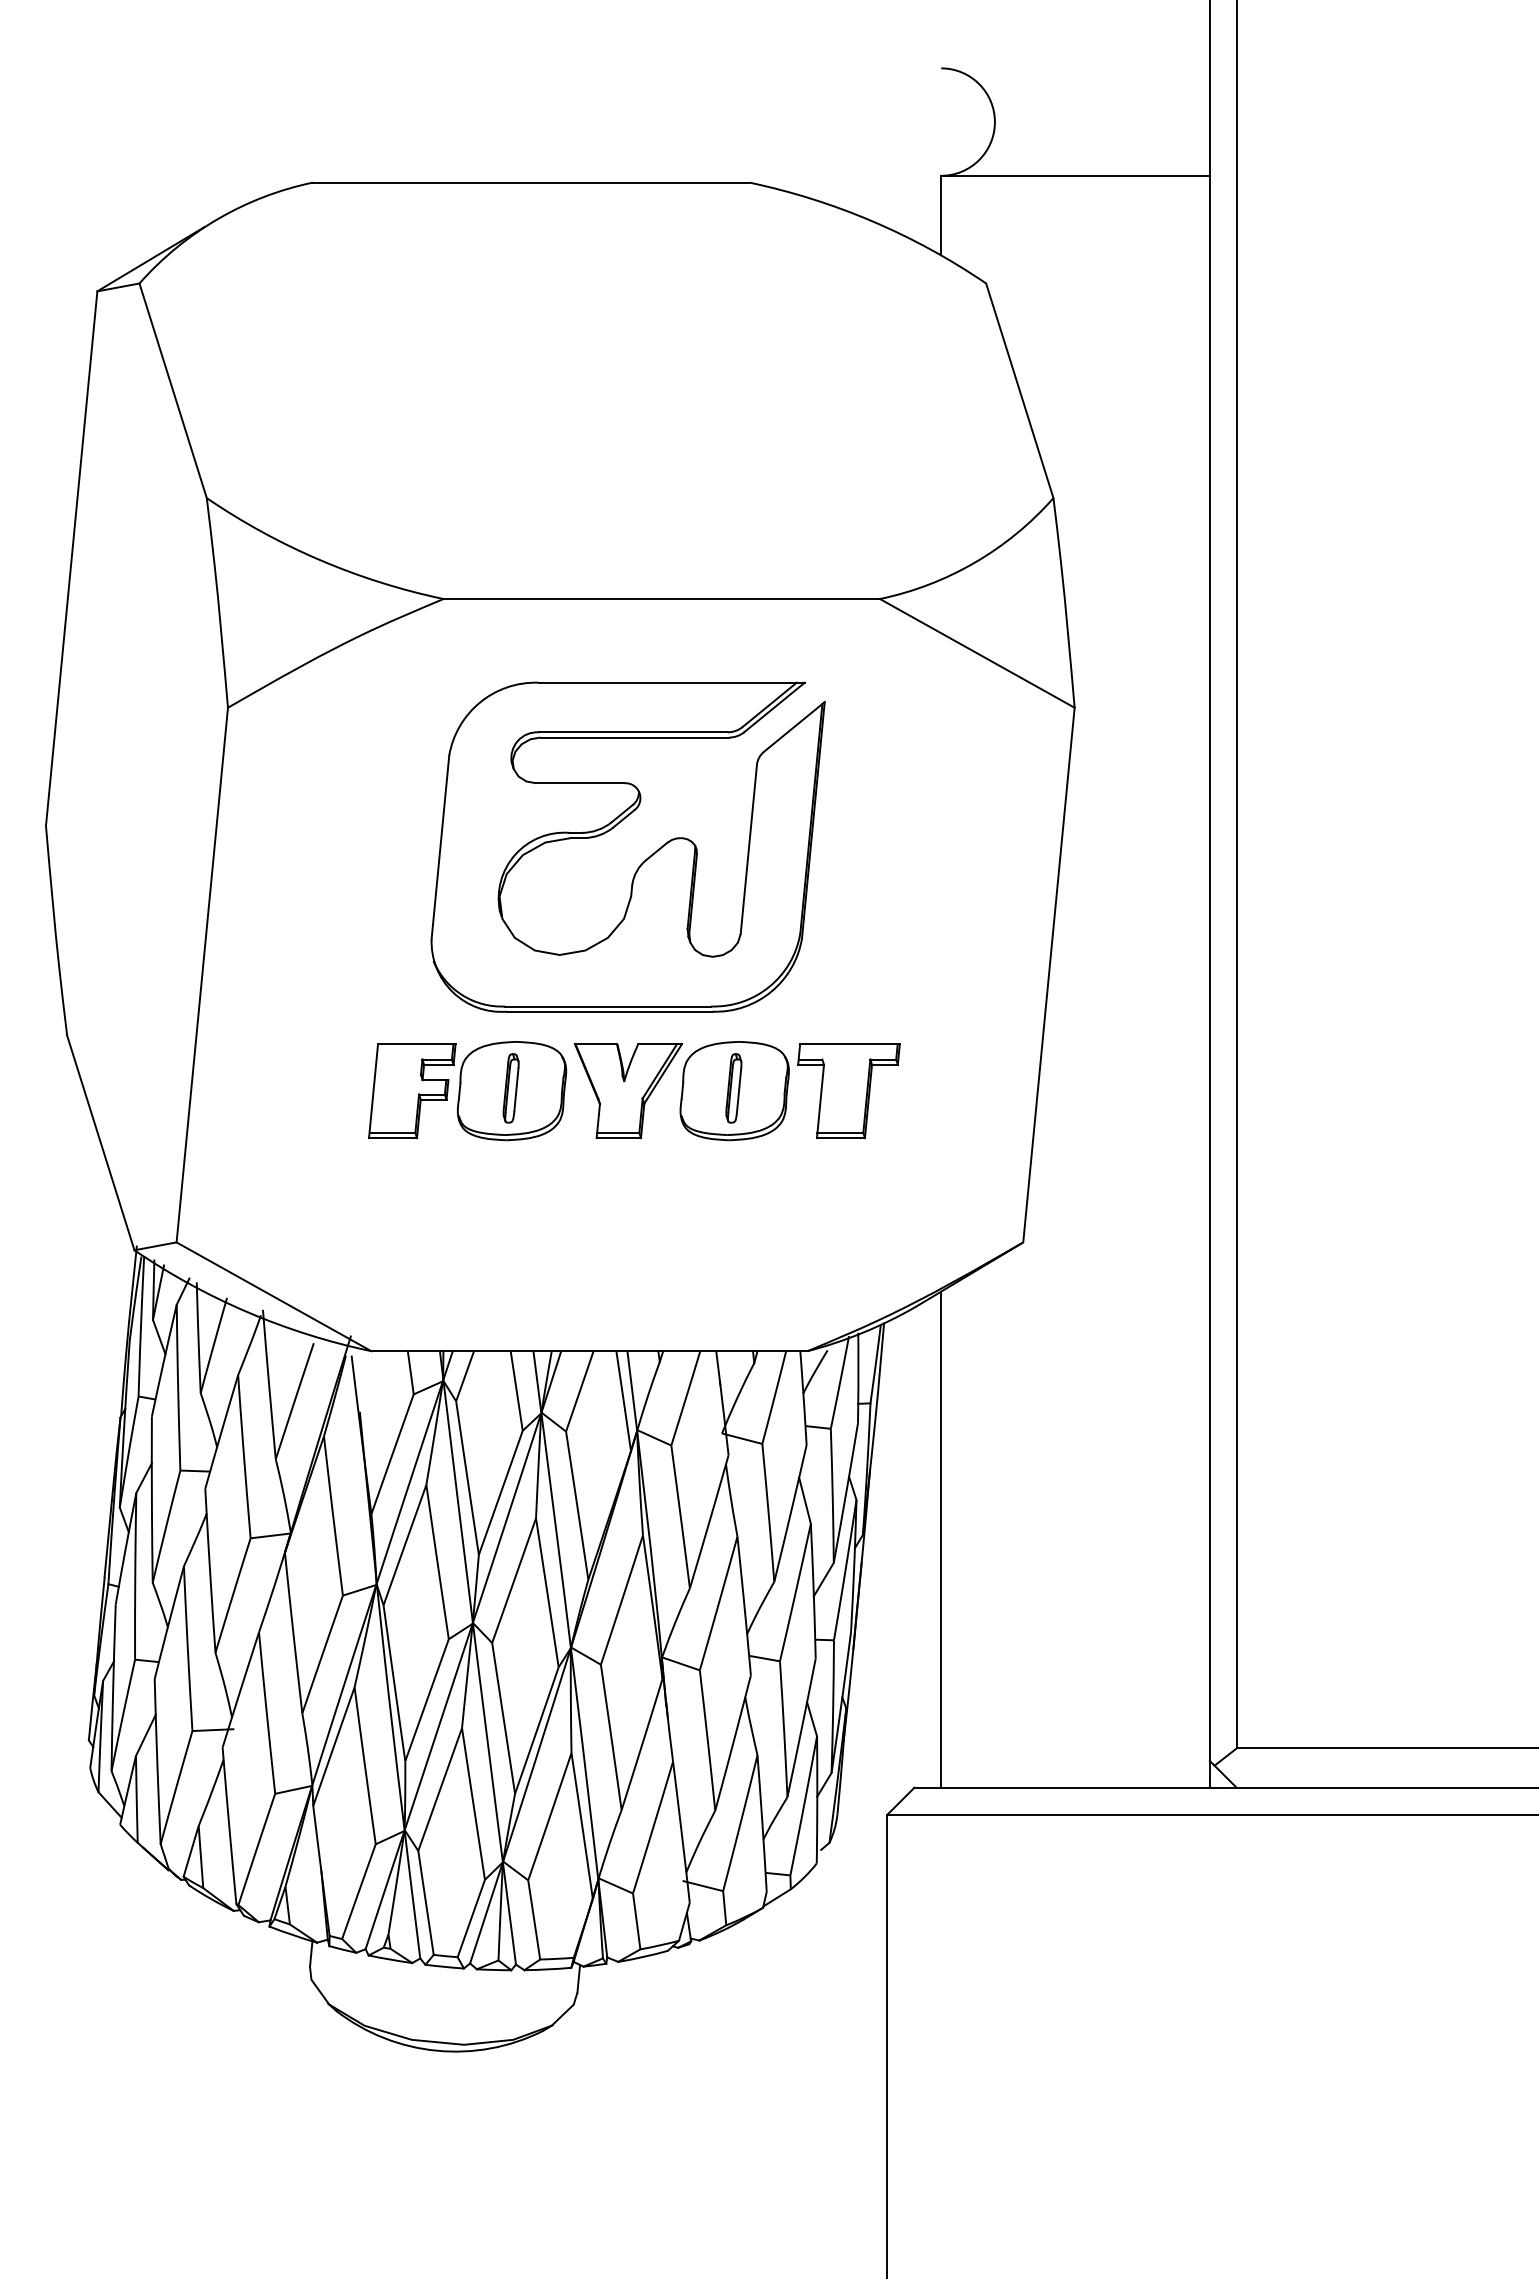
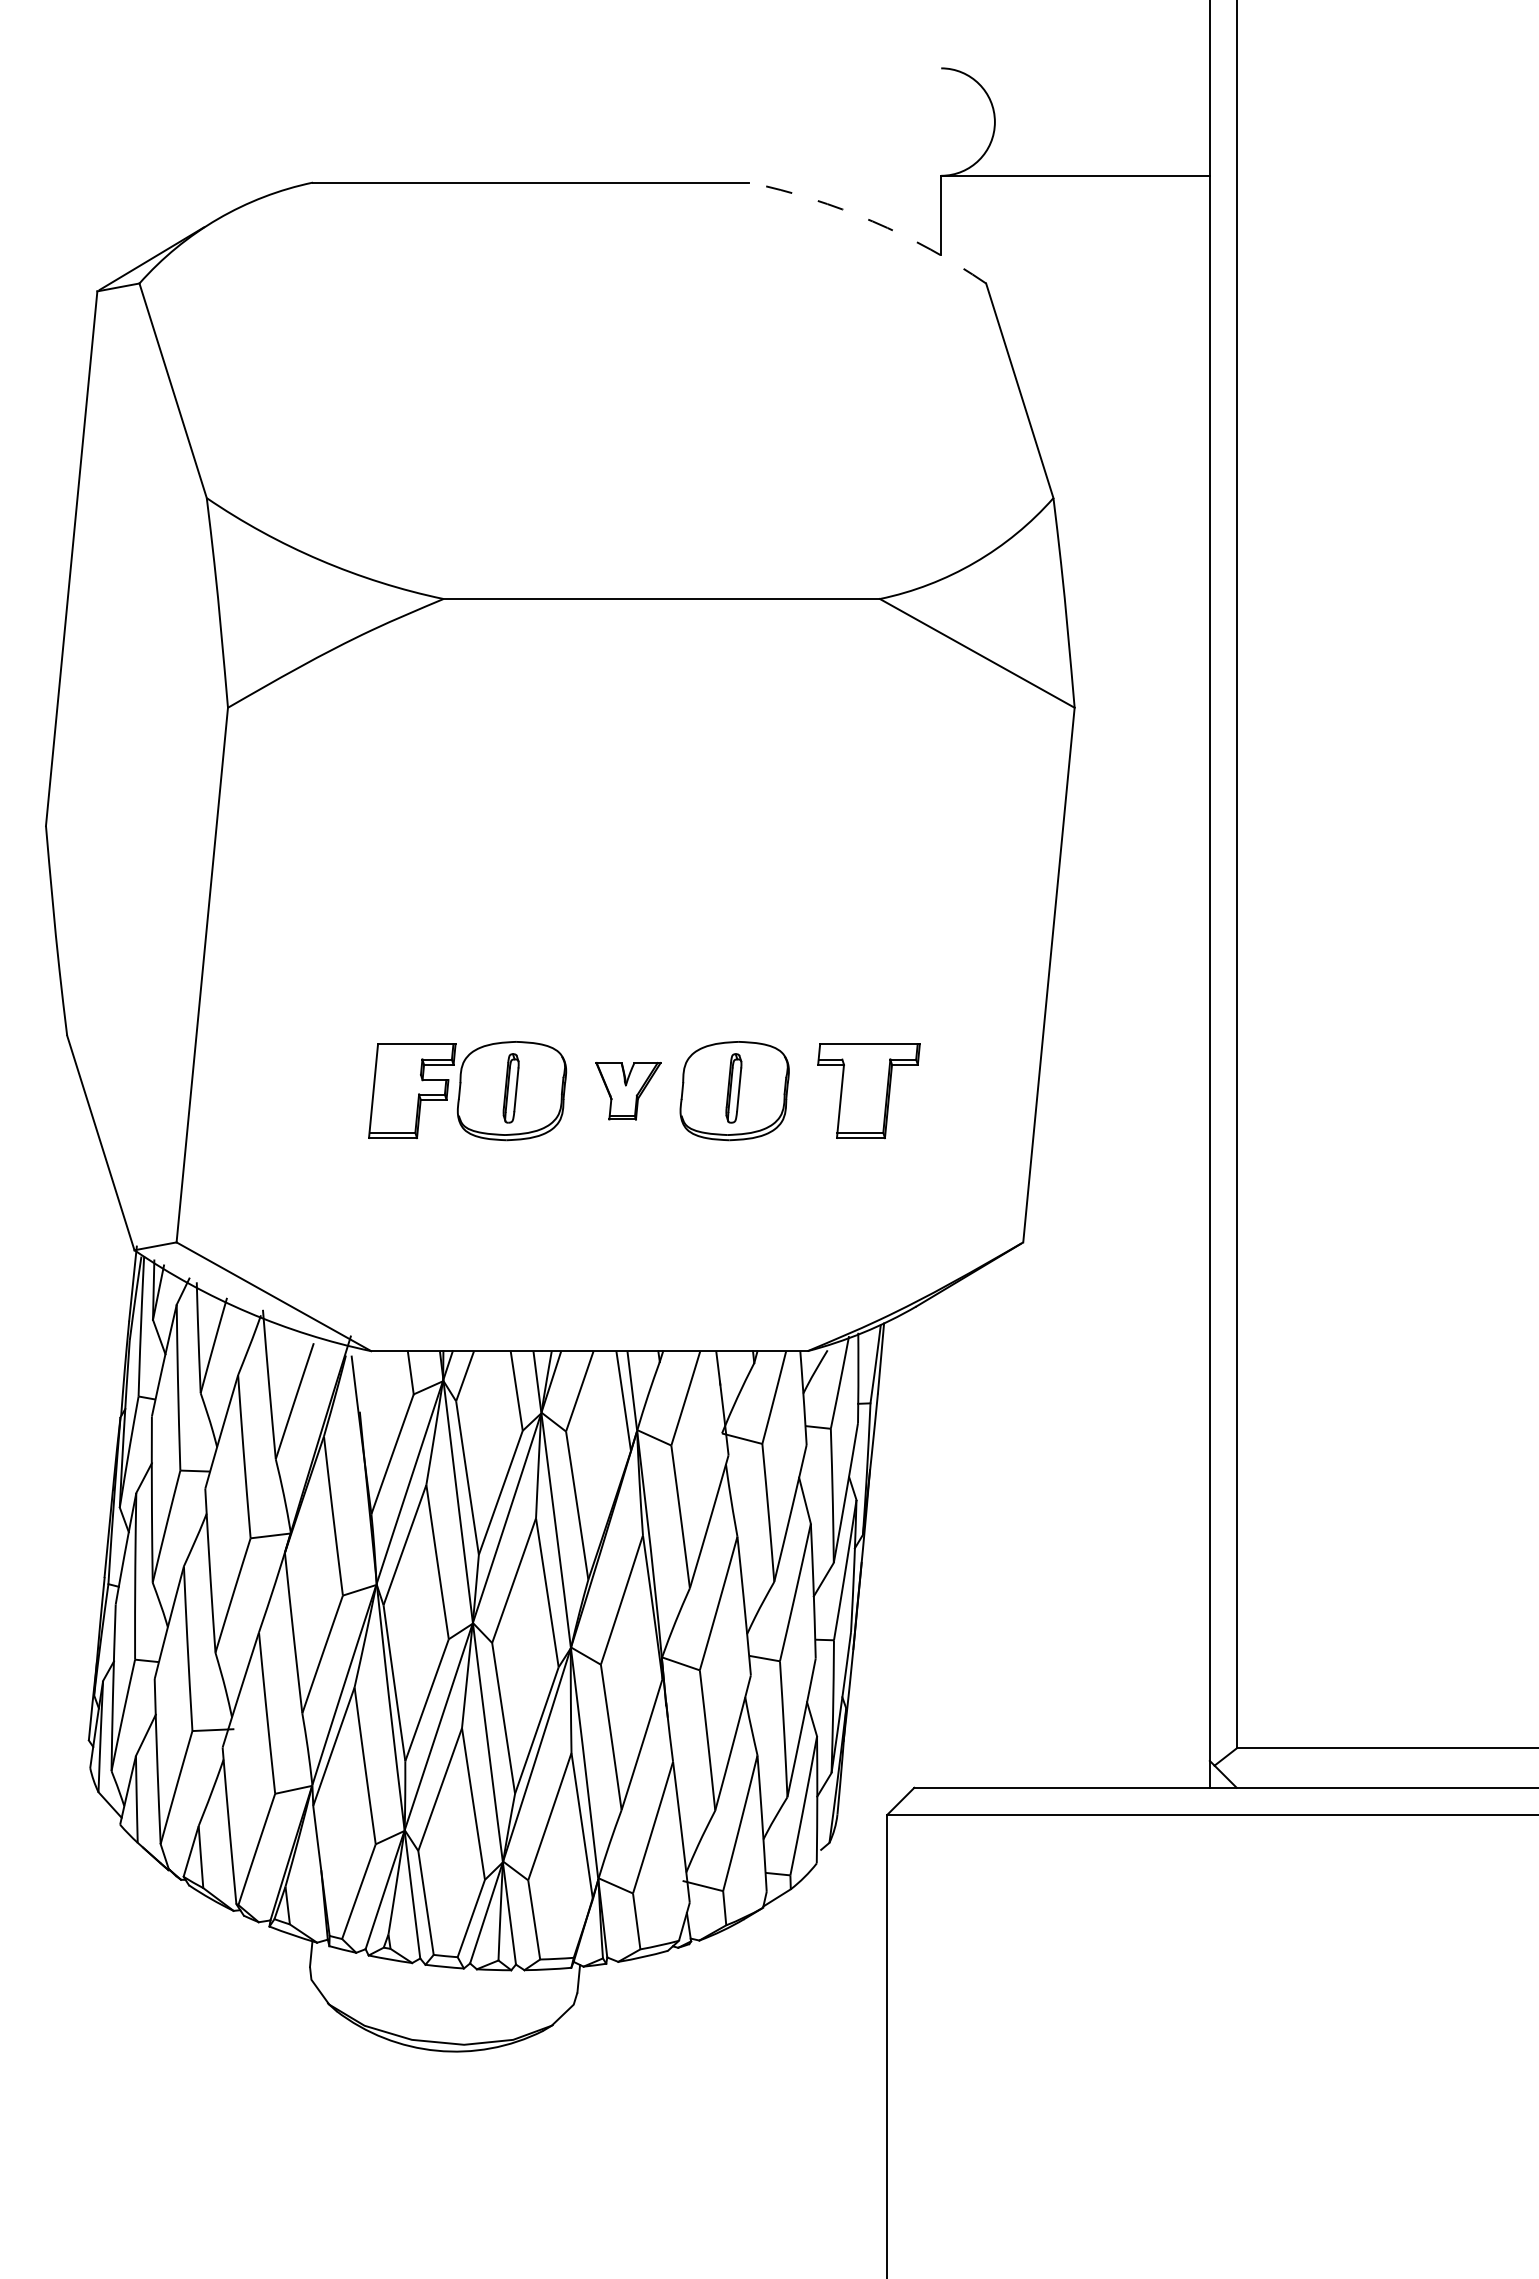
arc at (872, 221): solid -> dashed
part at (643, 861): present -> none
part at (628, 1091) size: 109x97 px -> 67x59 px
part at (848, 1091) position: (848, 1091) -> (868, 1091)
line at (941, 1539): present -> none
